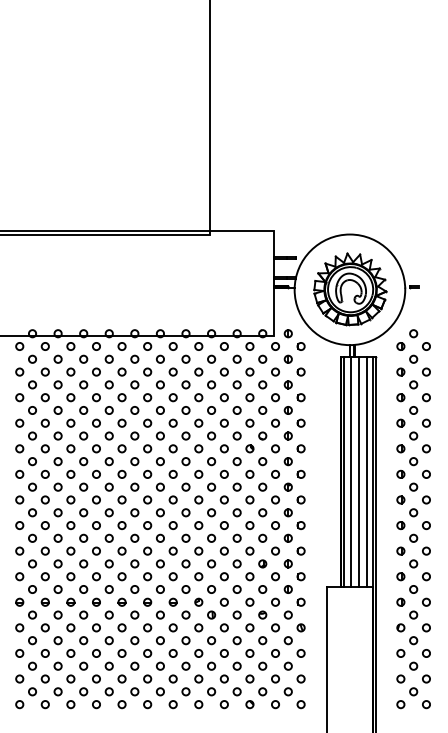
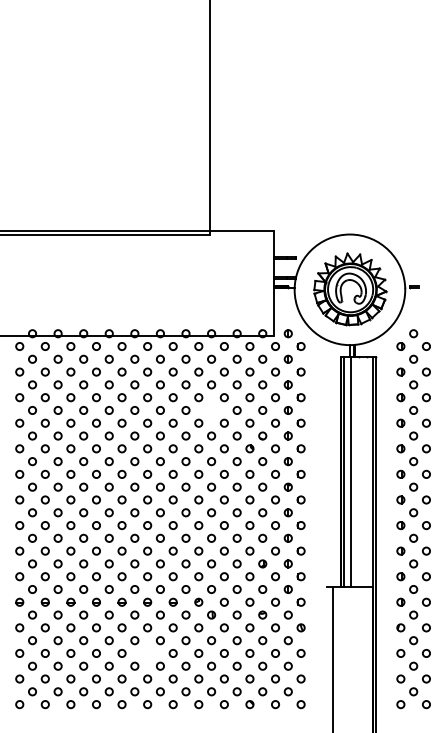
circle at (211, 410): present -> none
line at (359, 471): present -> none
line at (367, 471): present -> none
circle at (147, 653): present -> none
line at (326, 657) position: (326, 657) -> (332, 657)
